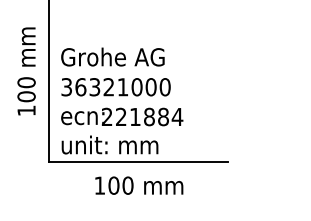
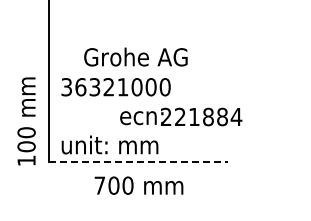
text at (112, 56) position: (112, 56) -> (135, 56)
text at (26, 71) position: (26, 71) -> (26, 121)
text at (122, 116) position: (122, 116) -> (181, 116)
line at (138, 161): solid -> dashed
text at (99, 185): 100 -> 700
